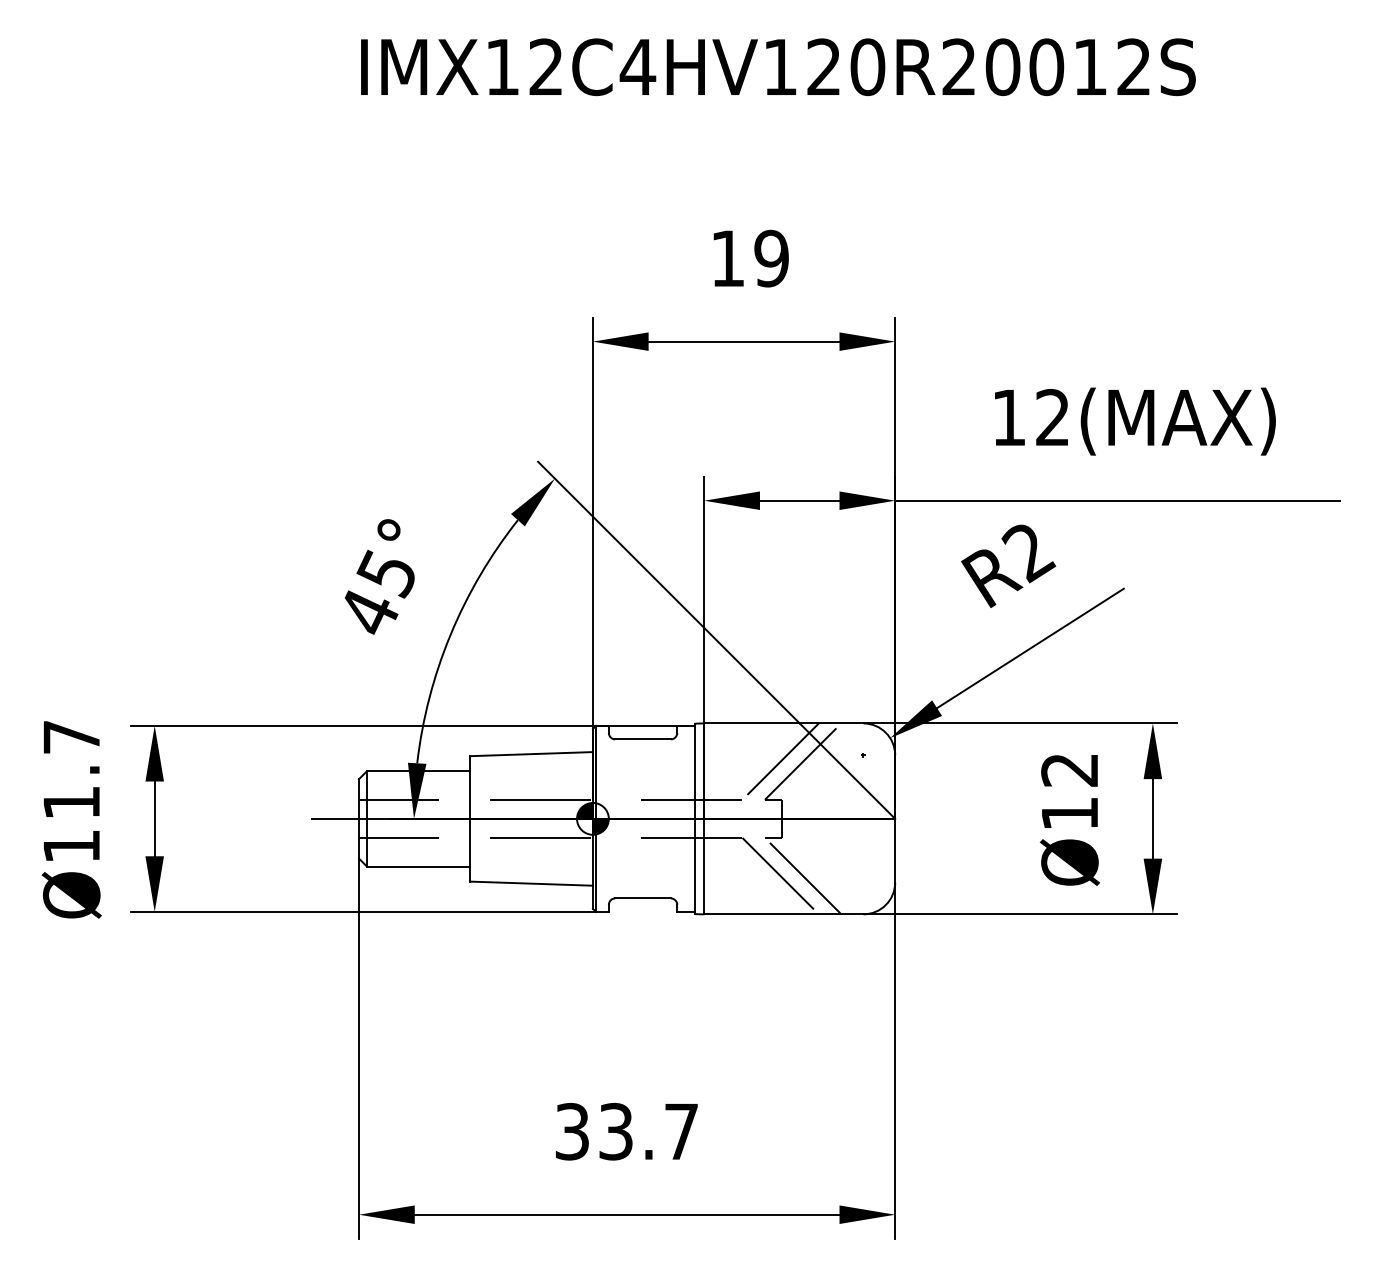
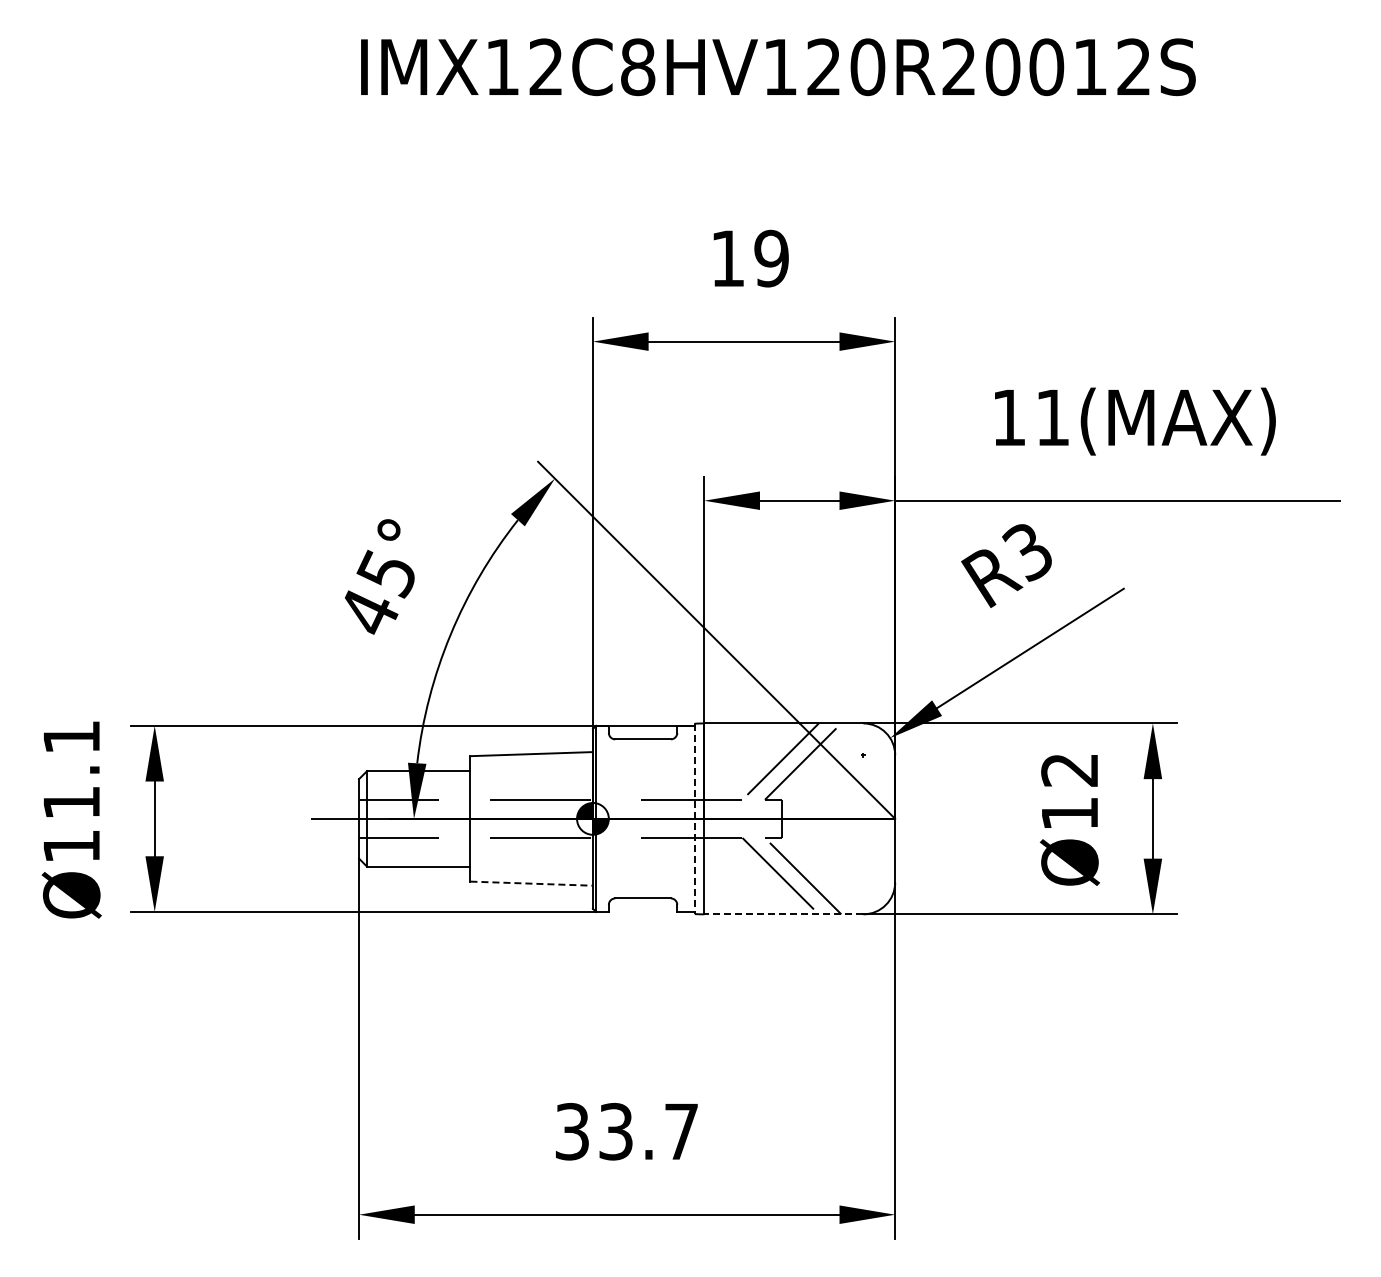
text at (637, 67): IMX12C4HV120R20012S -> IMX12C8HV120R20012S
text at (1052, 417): 12(MAX) -> 11(MAX)
text at (1028, 553): R2 -> R3
text at (71, 737): Ø11.7 -> Ø11.1
line at (694, 819): solid -> dashed
line at (532, 883): solid -> dashed
line at (783, 914): solid -> dashed
